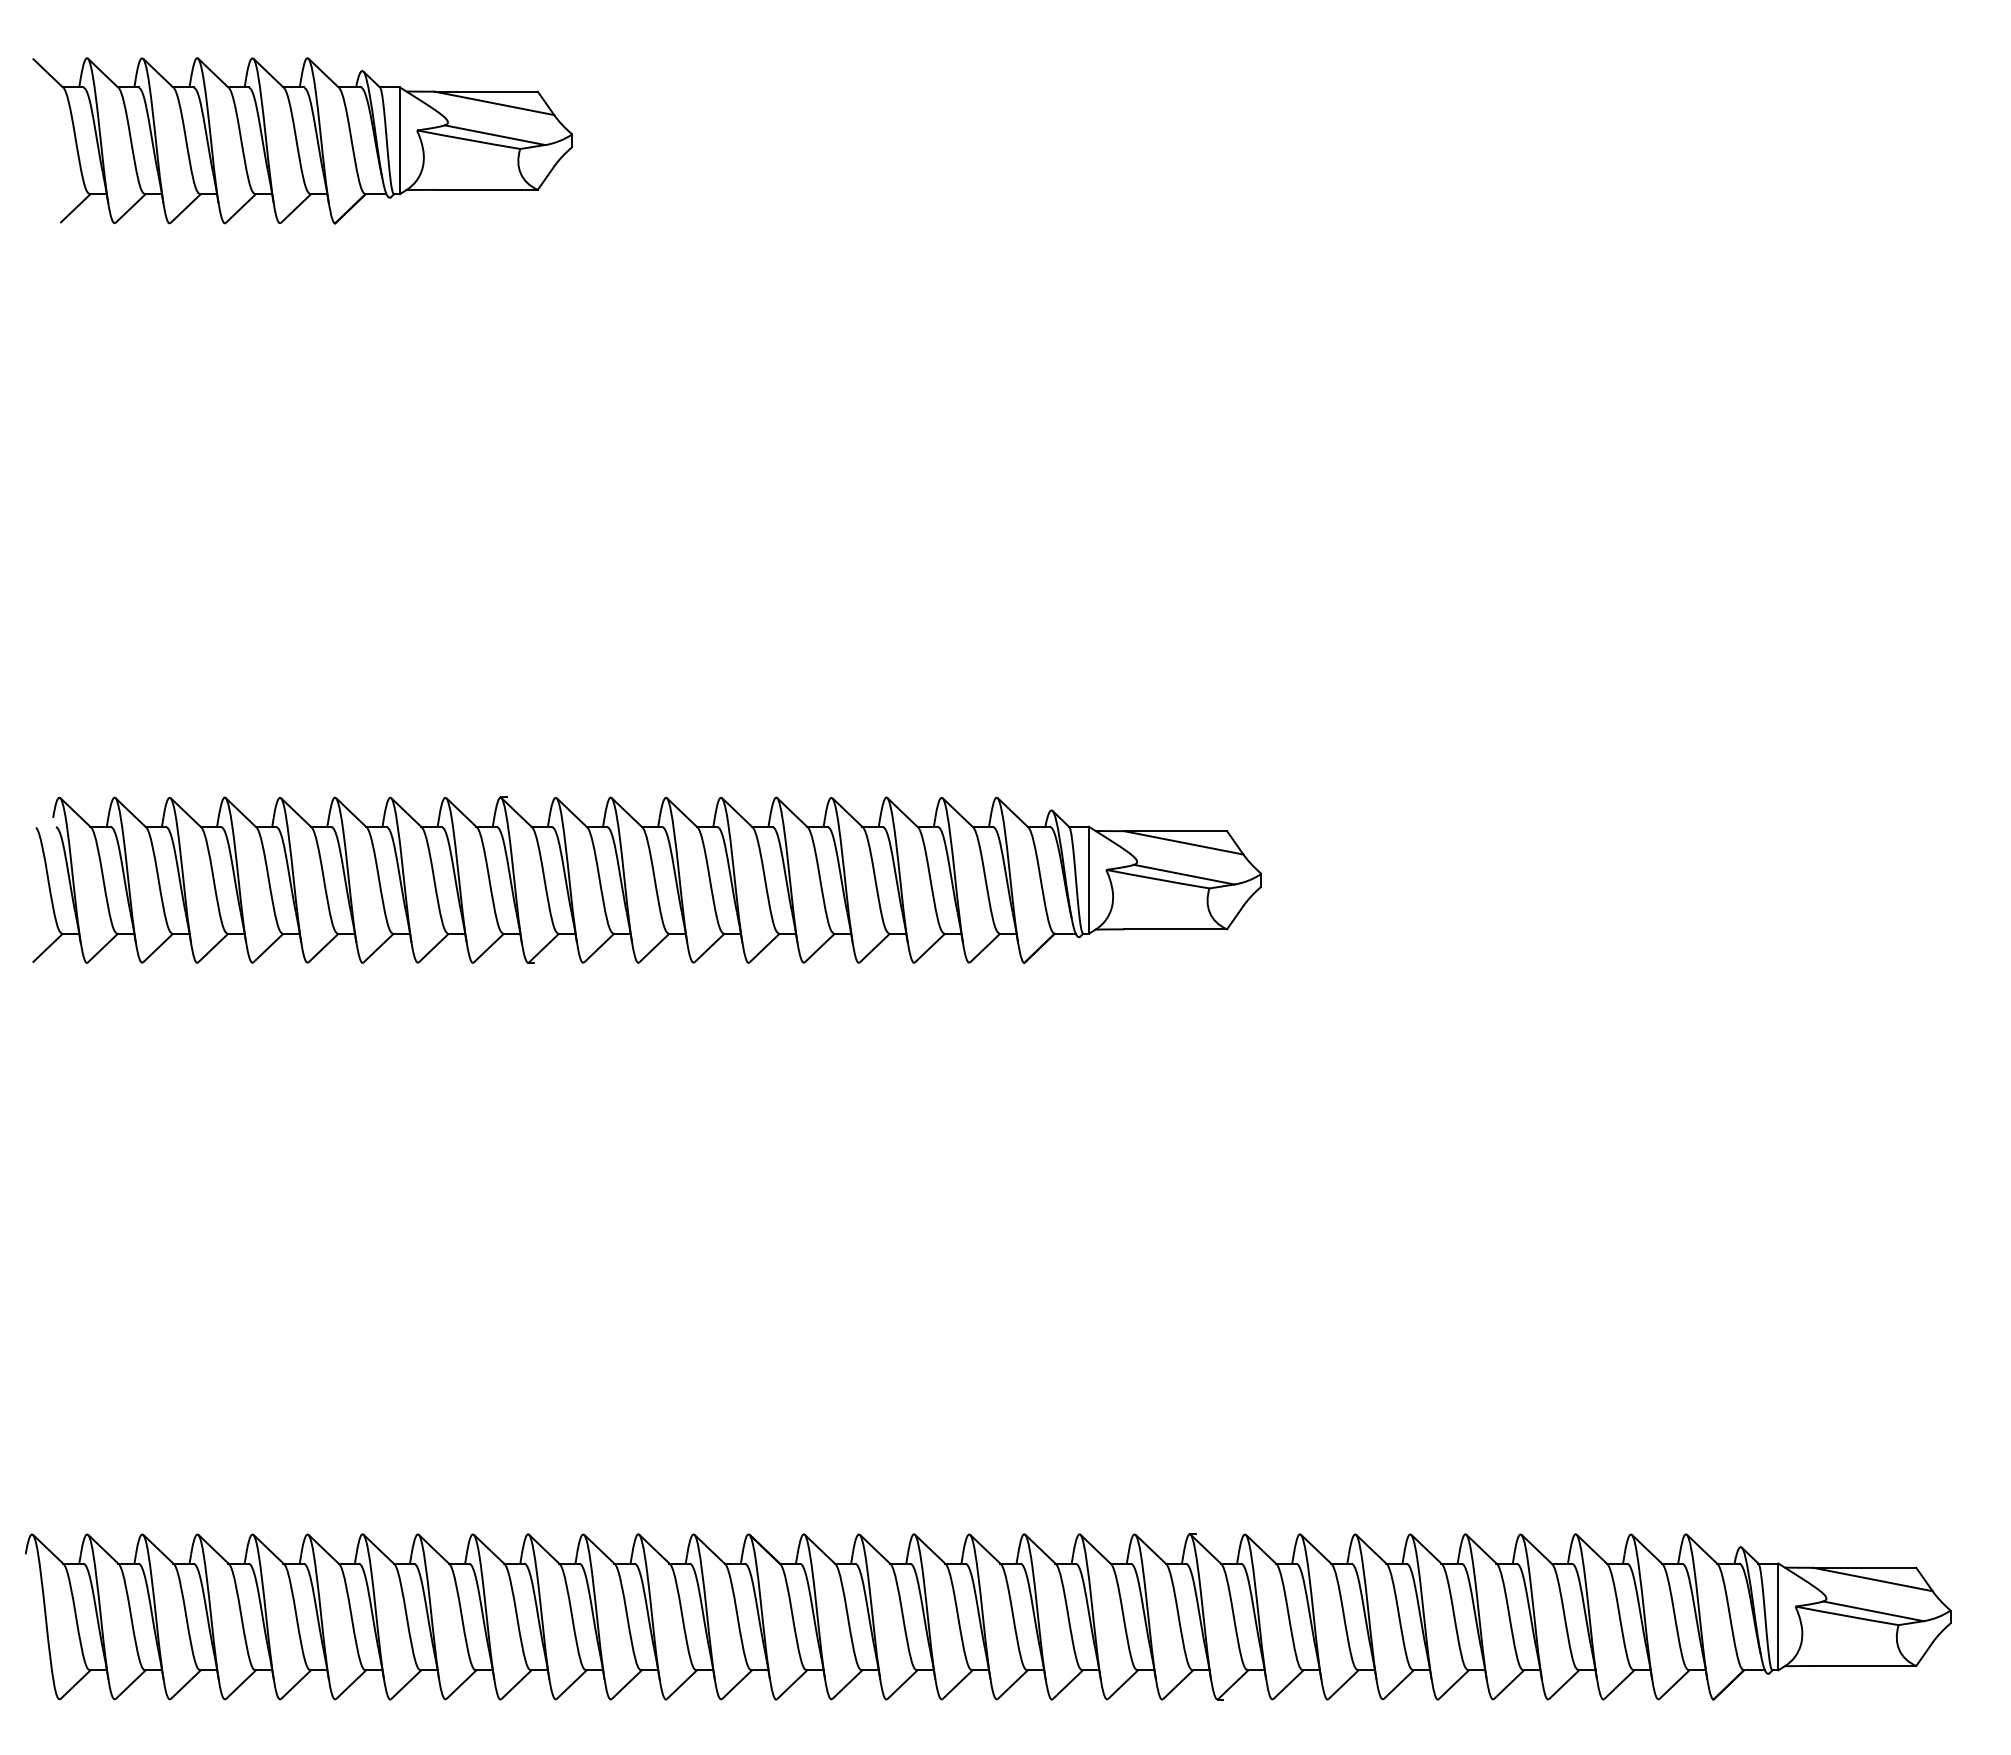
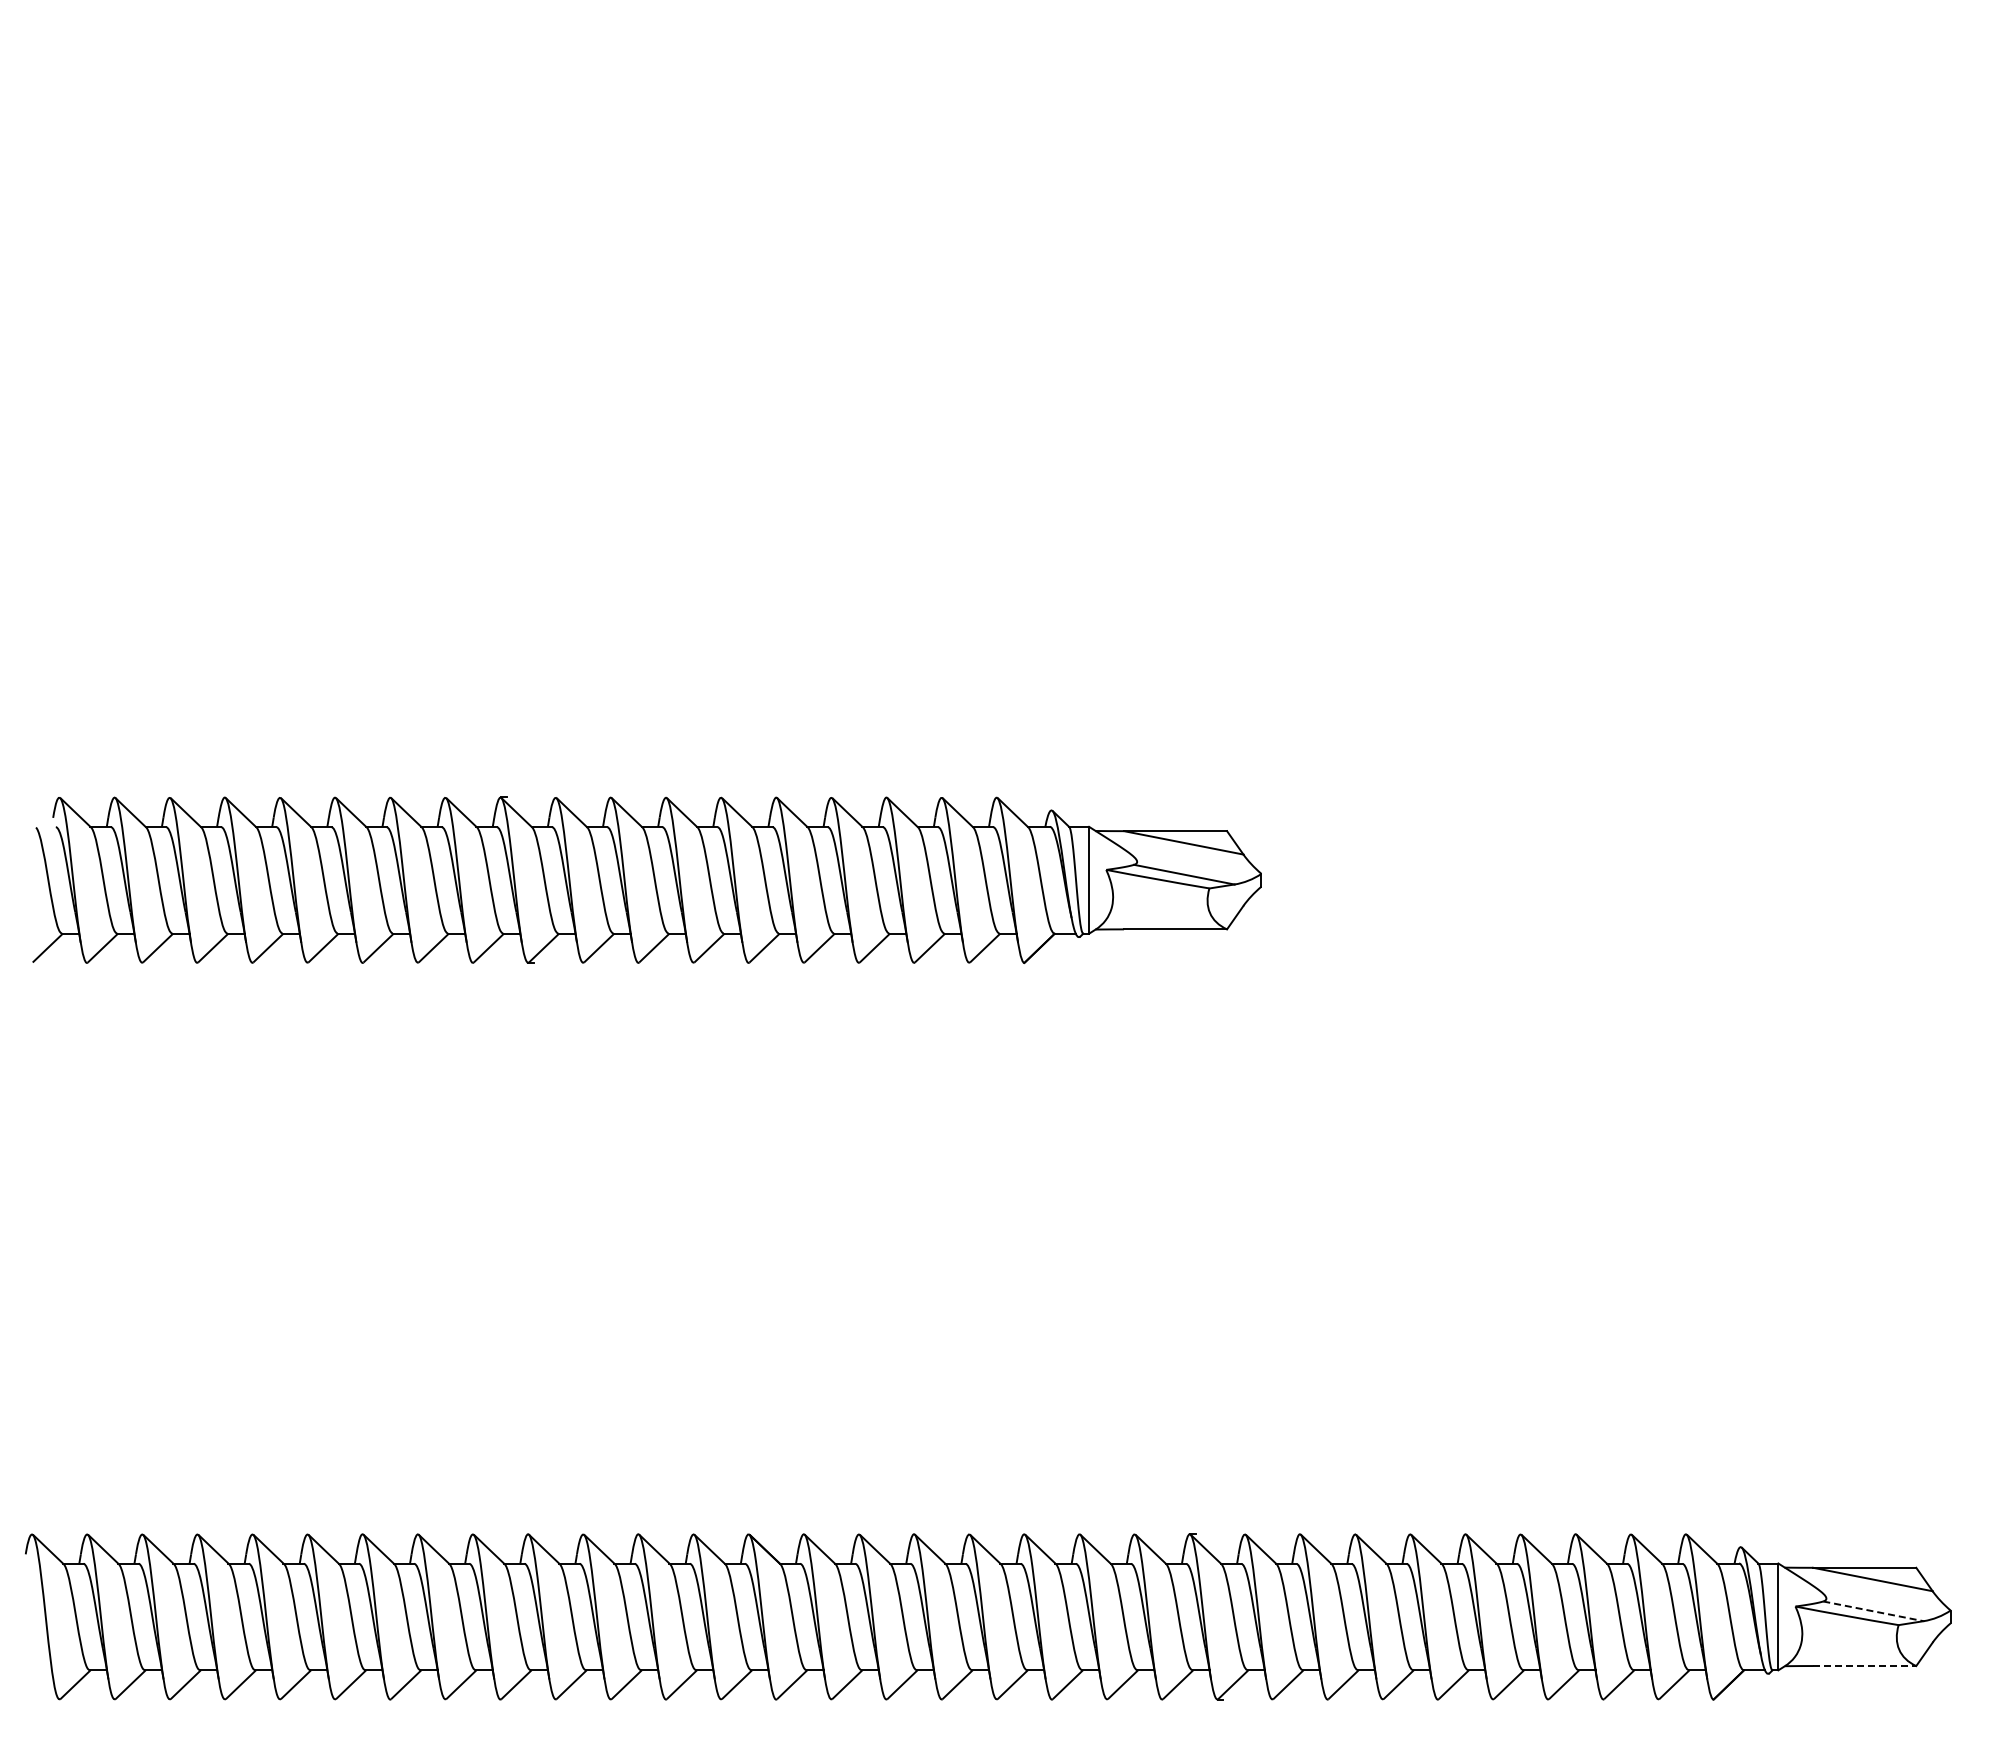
part at (302, 140): present -> none
line at (1873, 1611): solid -> dashed
line at (1864, 1666): solid -> dashed
